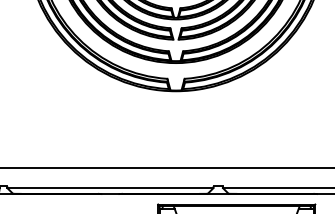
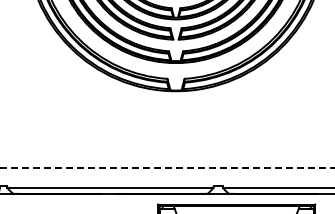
line at (167, 167): solid -> dashed
